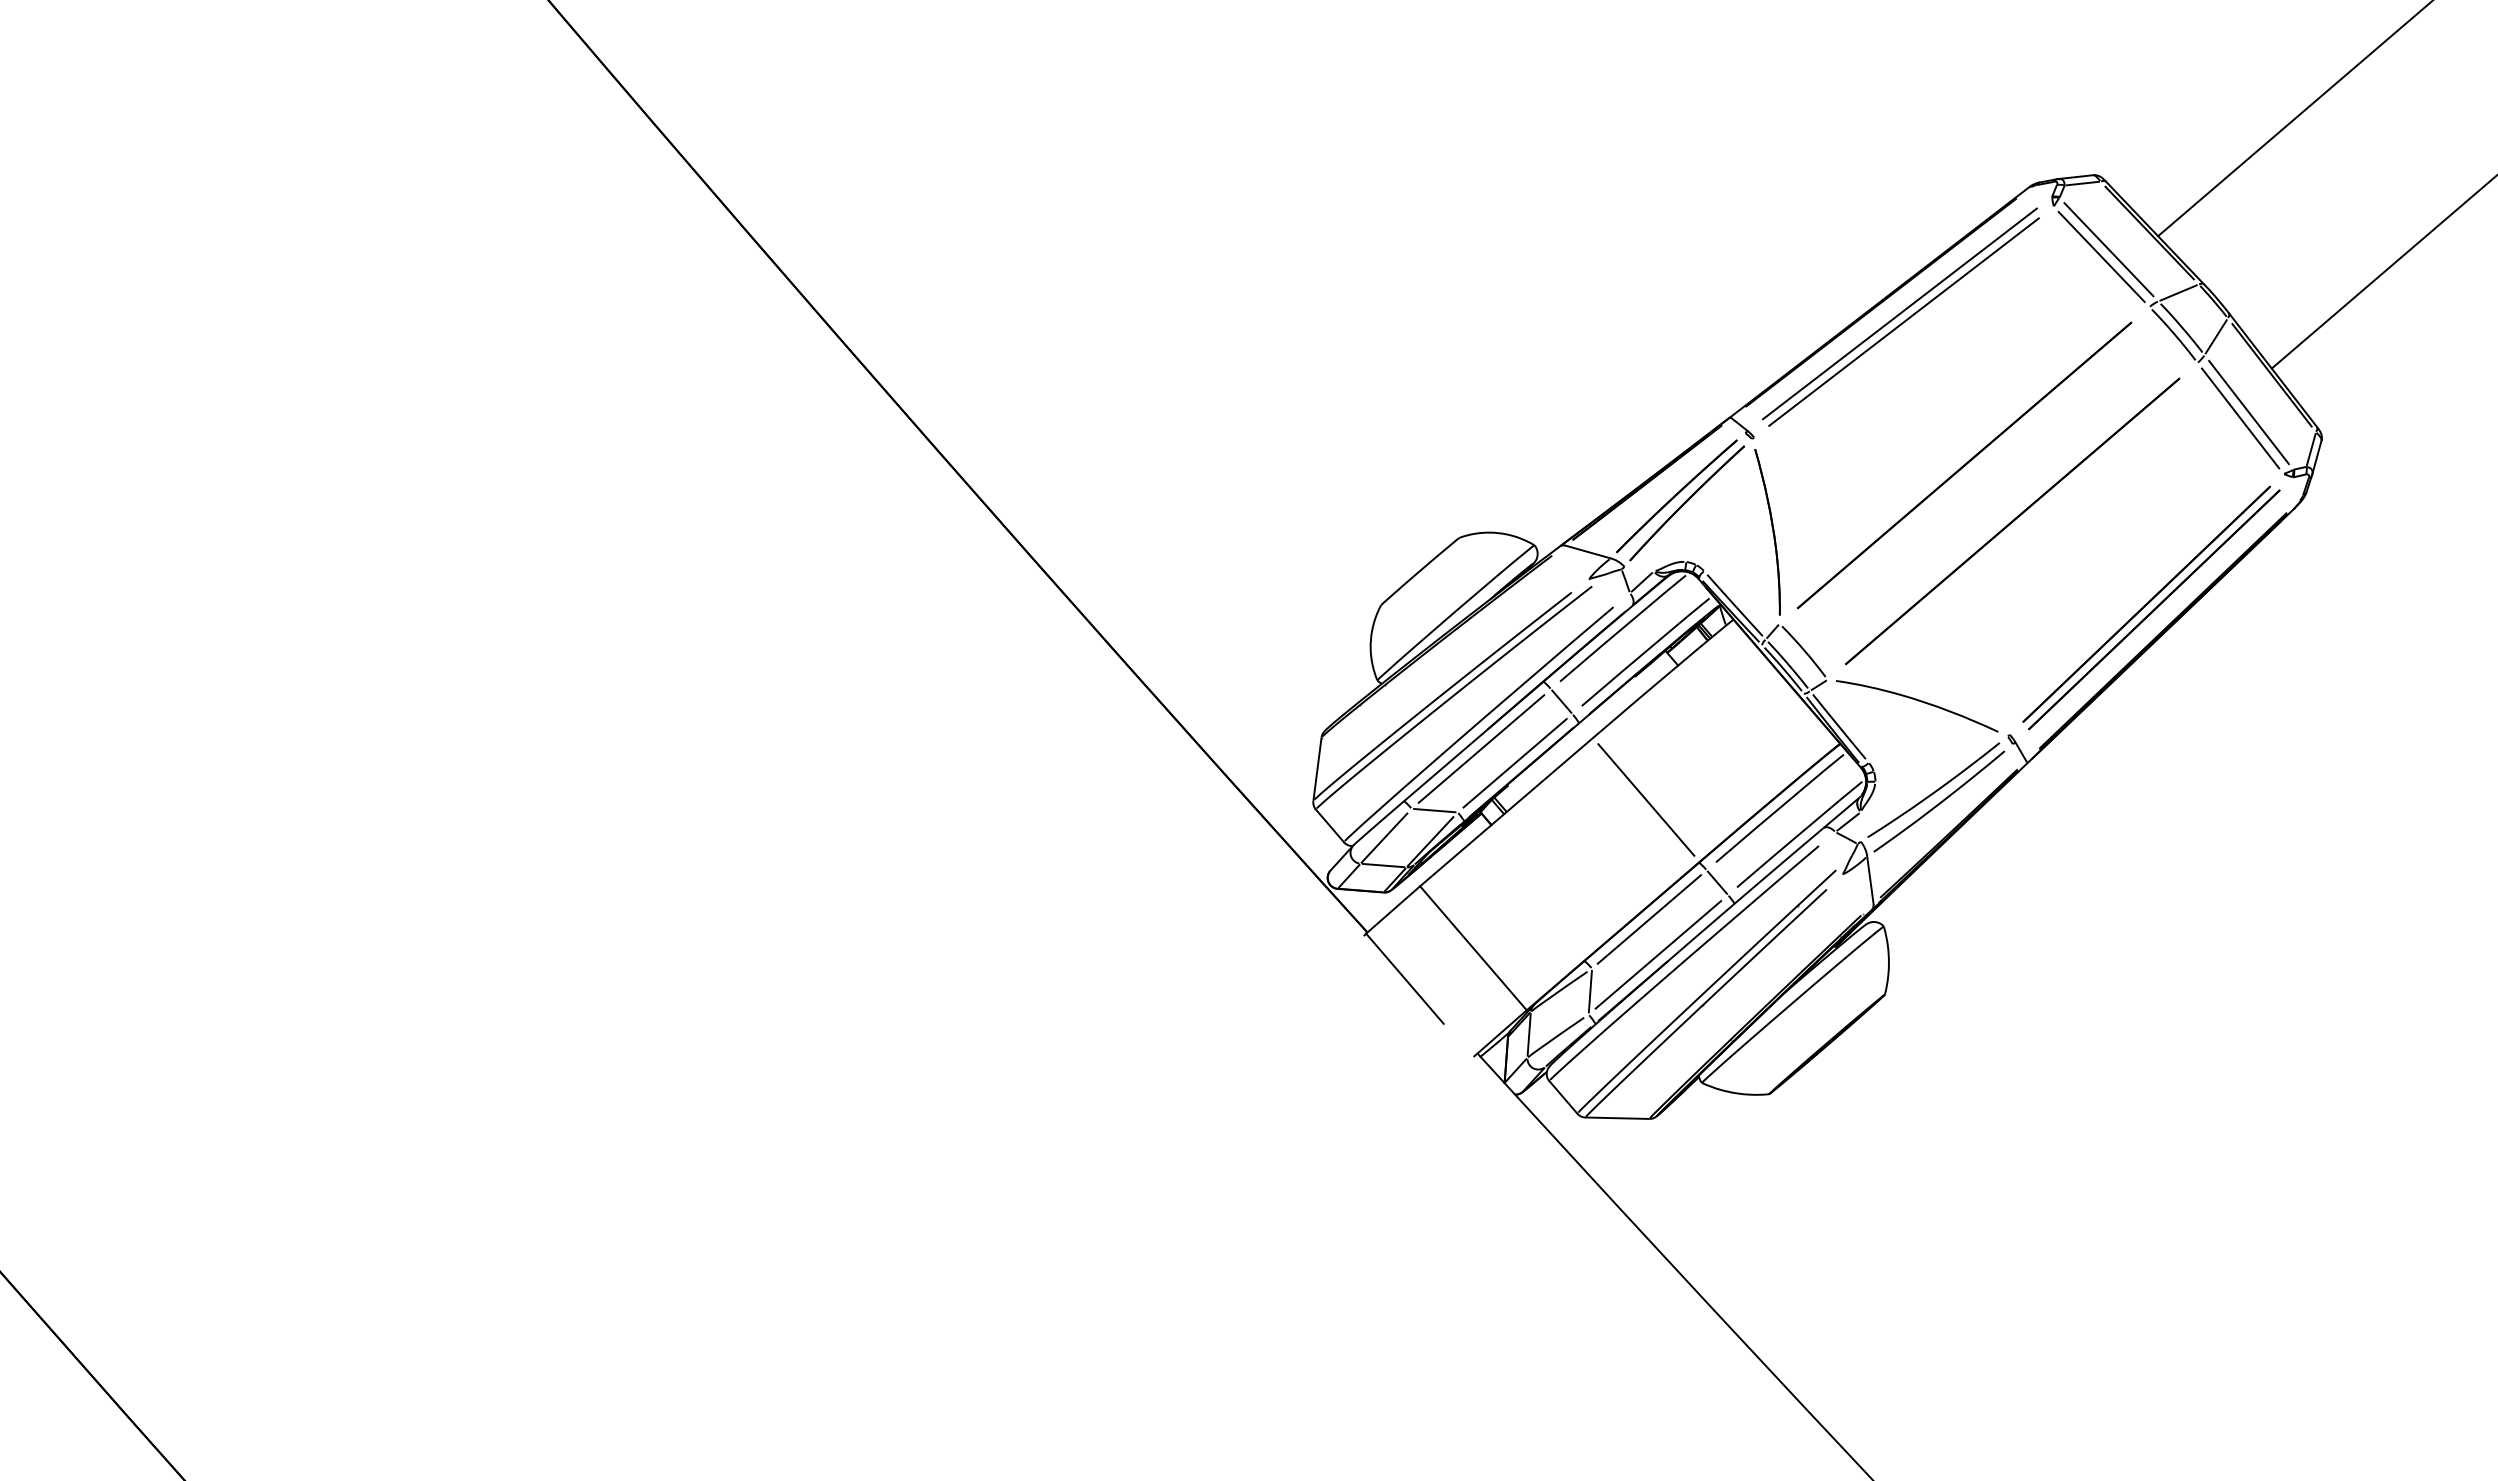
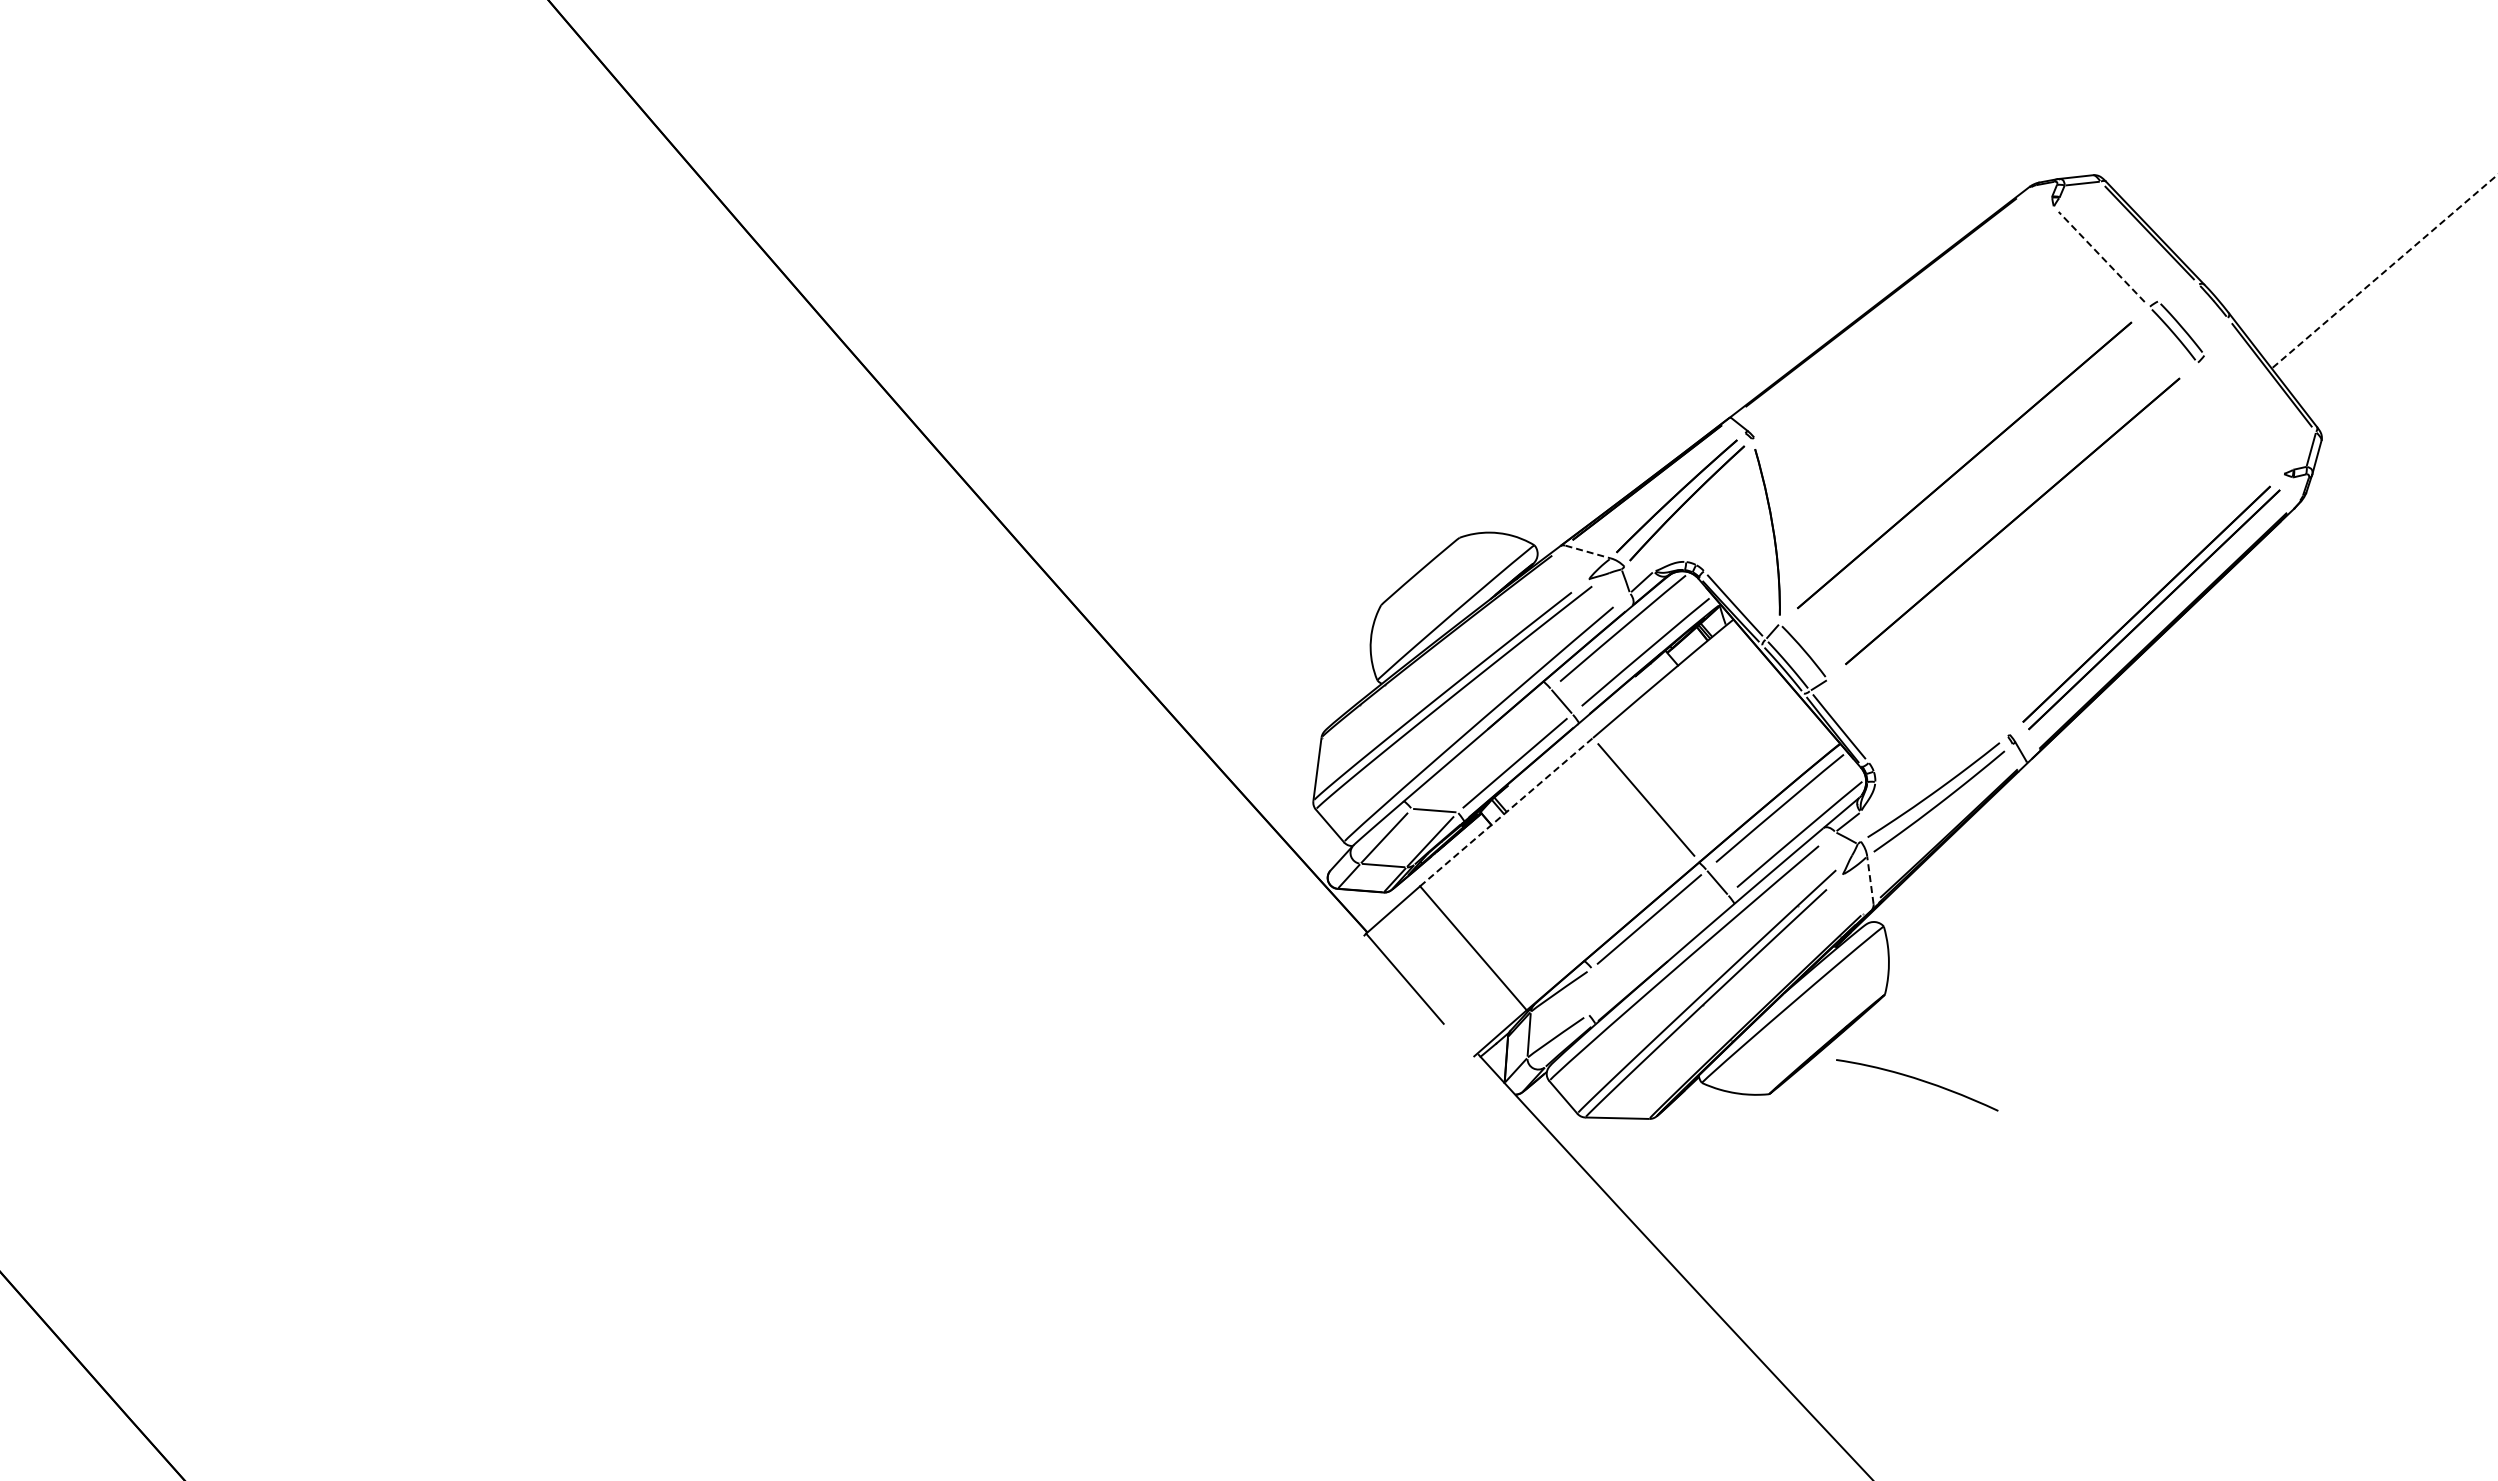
line at (2294, 119): present -> none
line at (2108, 249): present -> none
line at (2101, 256): solid -> dashed
line at (2384, 271): solid -> dashed
line at (2178, 292): present -> none
line at (1899, 313): present -> none
line at (1903, 321): present -> none
line at (2215, 336): present -> none
line at (2248, 412): present -> none
line at (2240, 418): present -> none
line at (1588, 552): solid -> dashed
curve at (1918, 701) position: (1918, 701) -> (1918, 1080)
line at (1481, 748): present -> none
line at (1506, 812): solid -> dashed
line at (1870, 880): solid -> dashed
line at (1658, 954): present -> none
line at (1589, 991): present -> none
